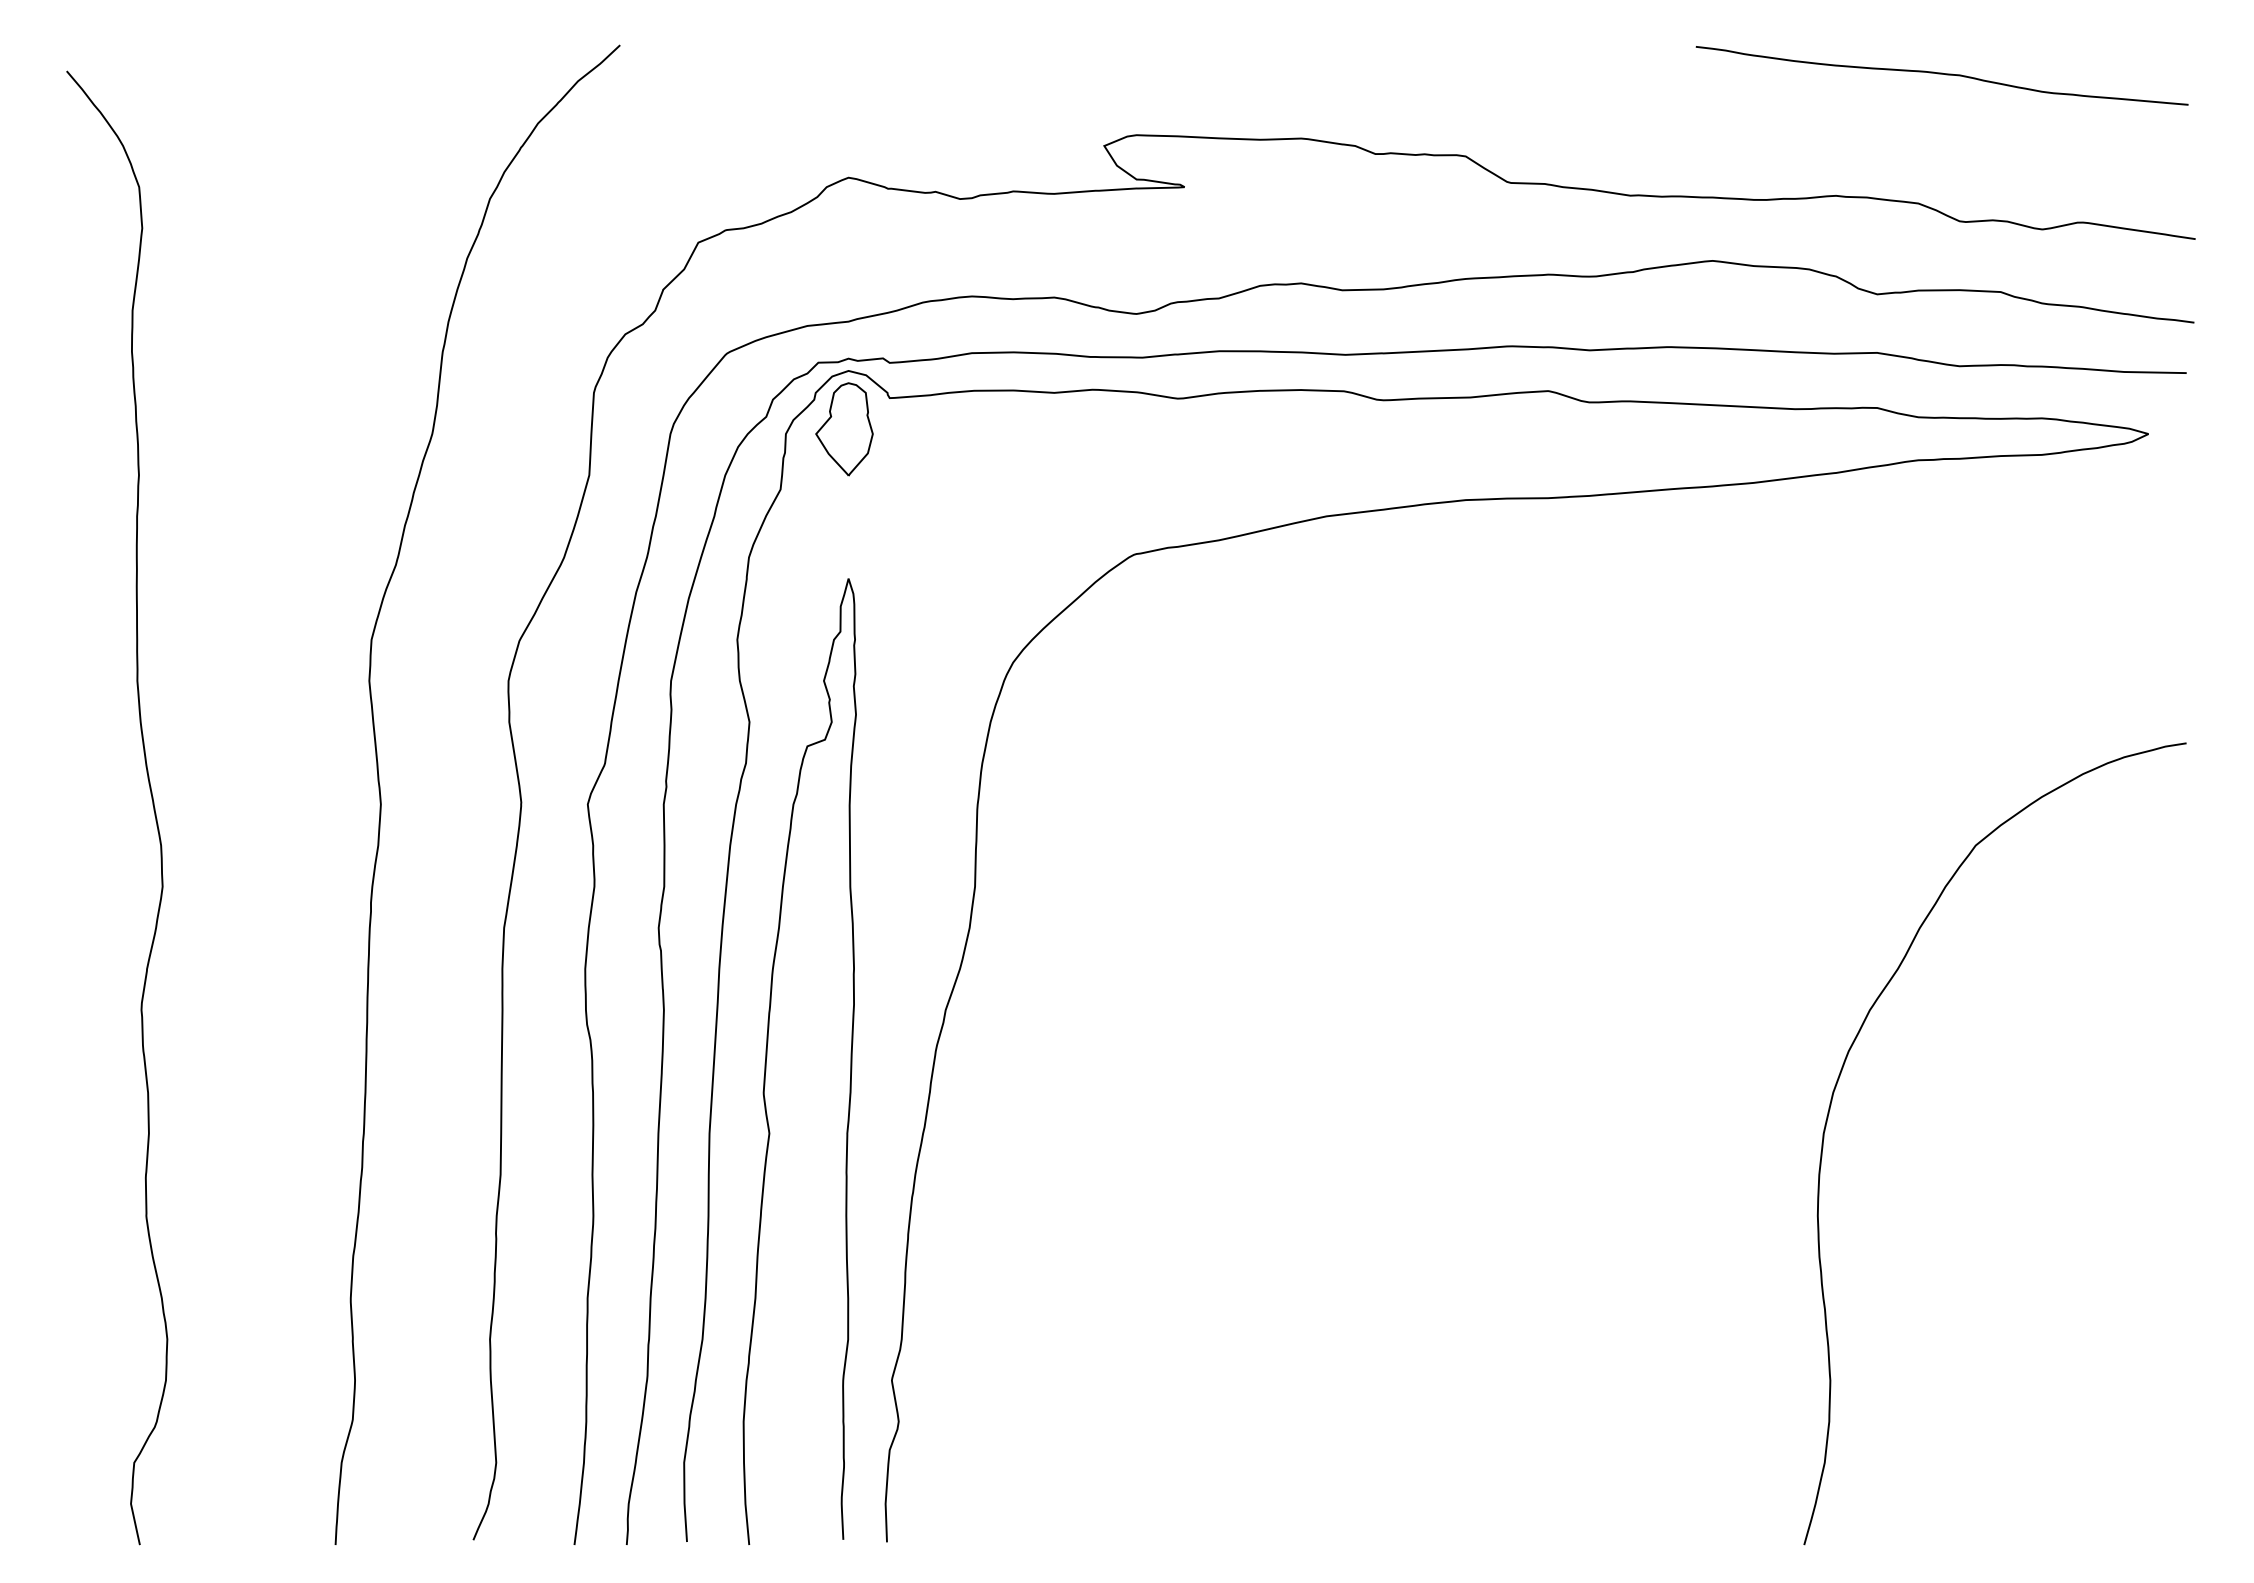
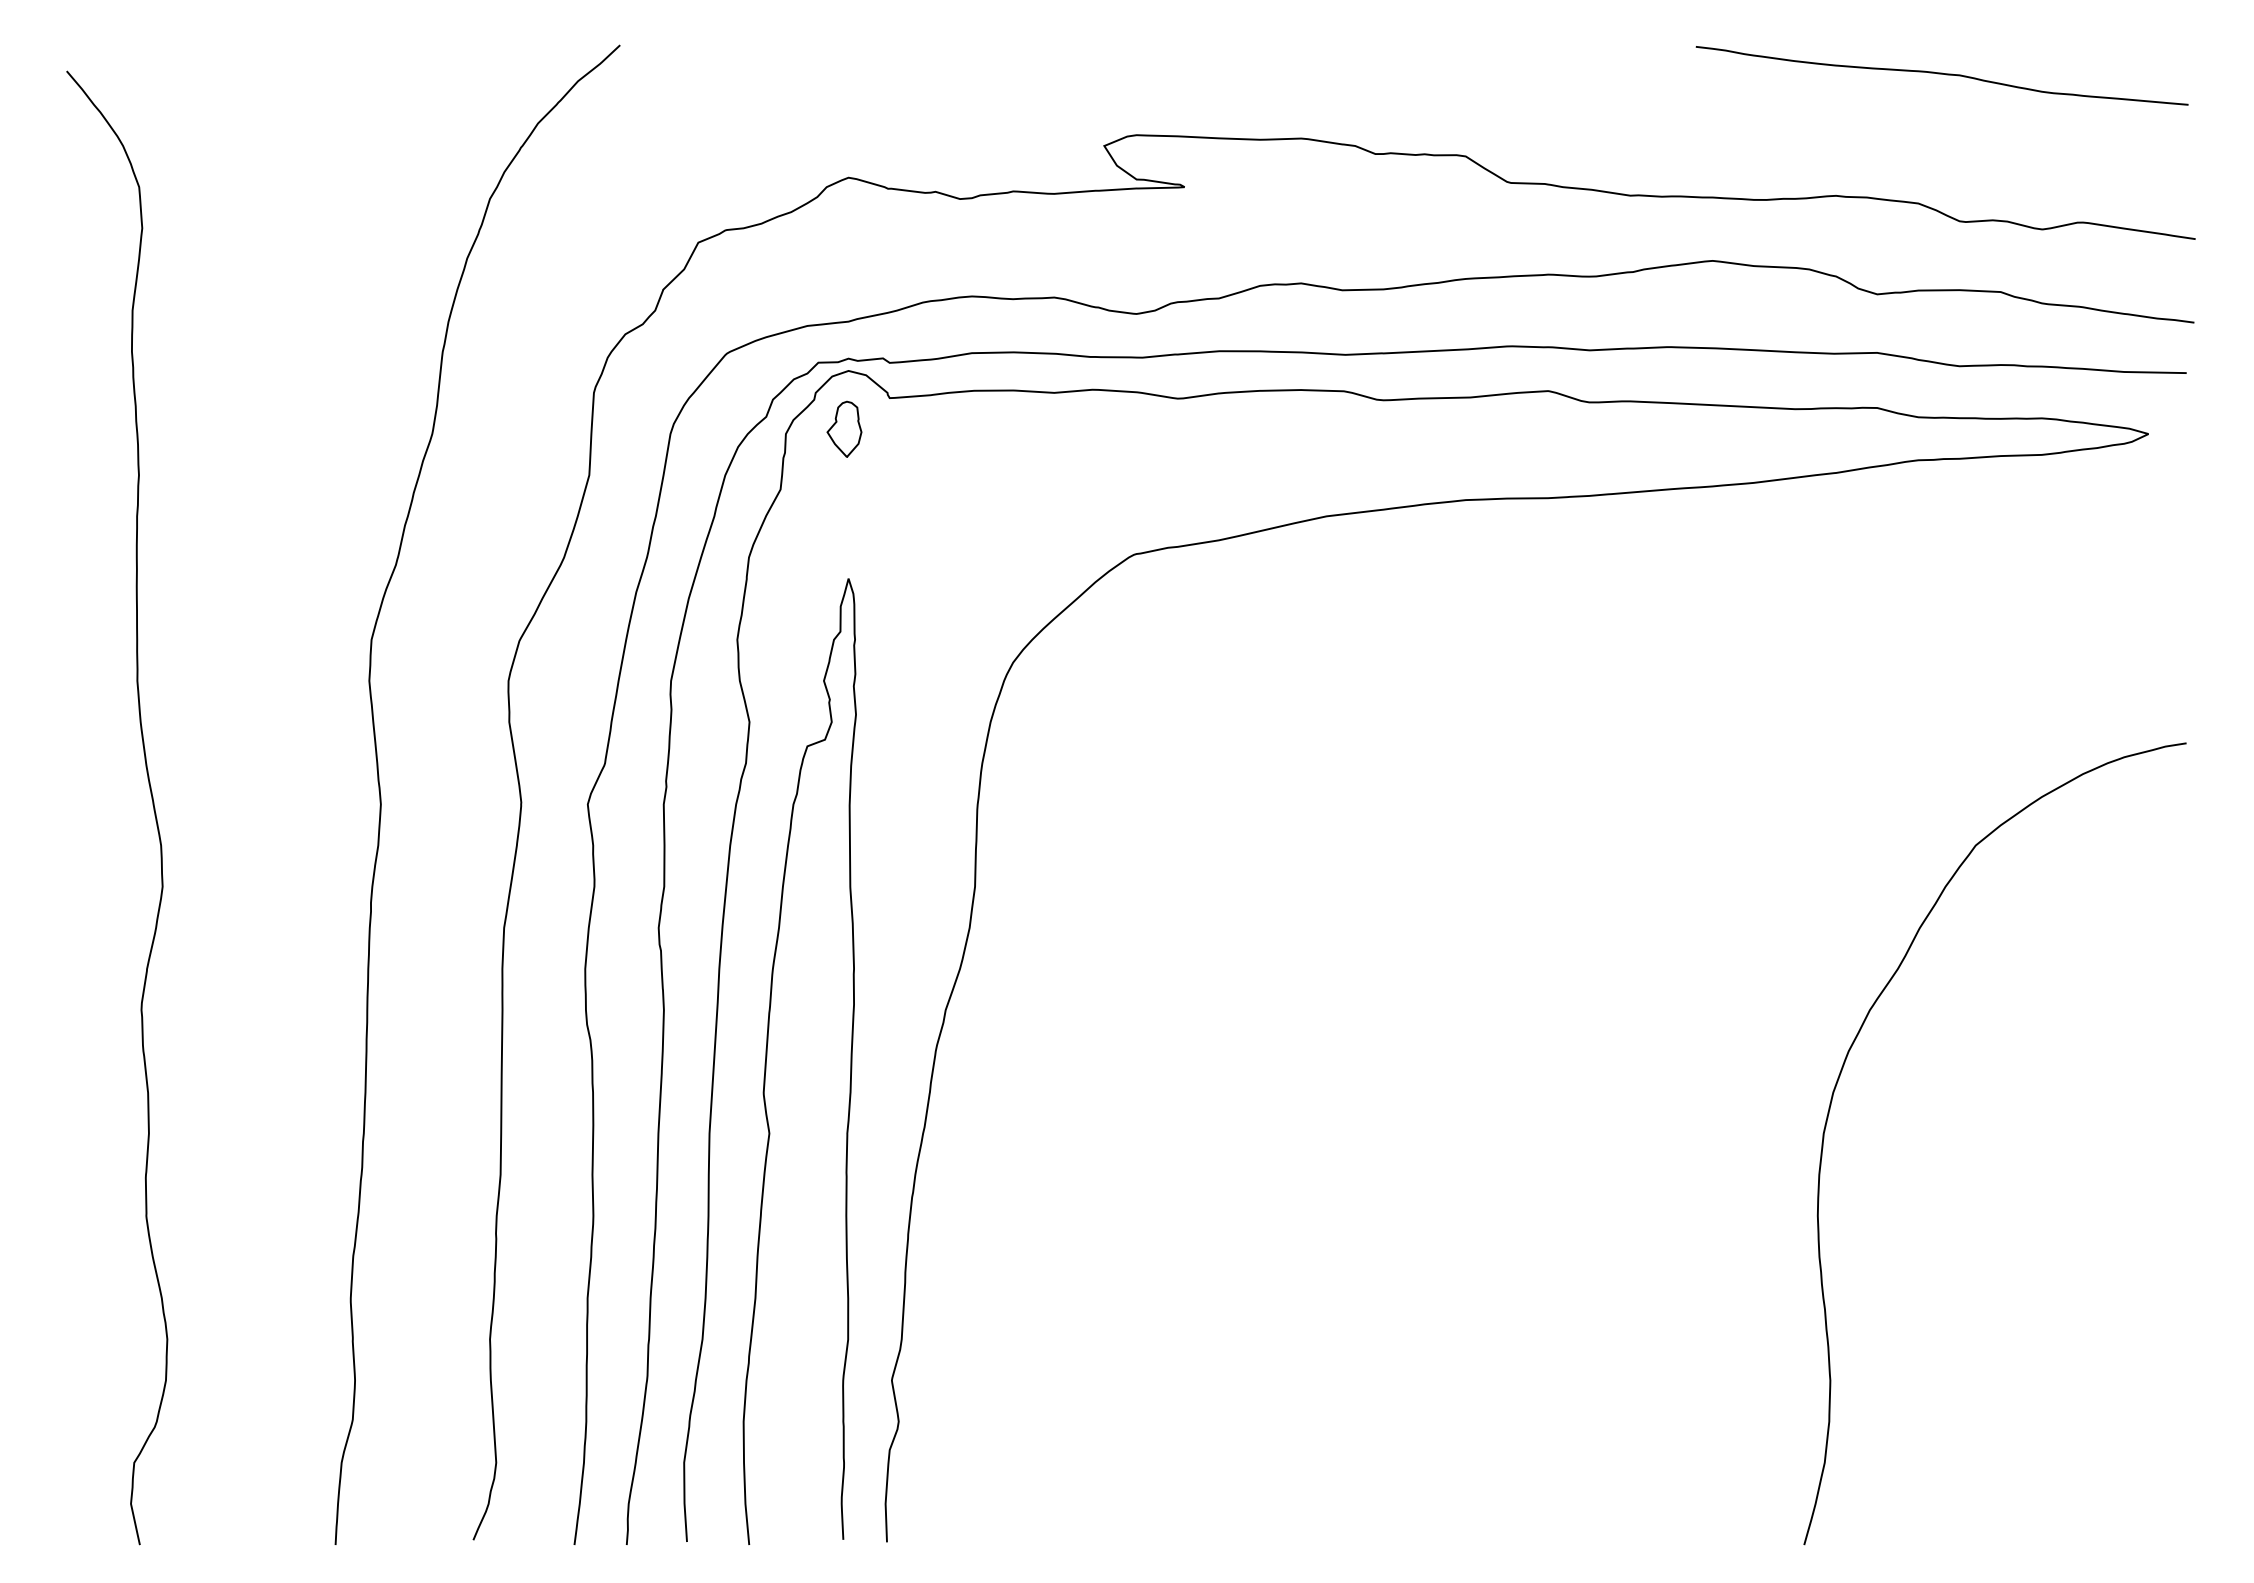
part at (844, 429) size: 59x95 px -> 37x58 px
